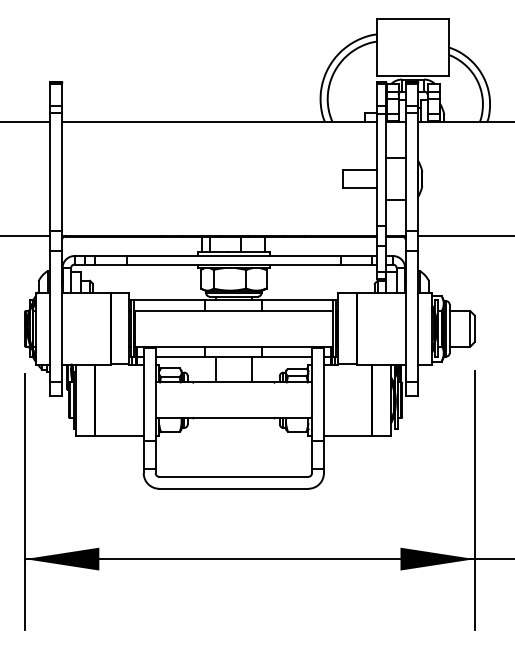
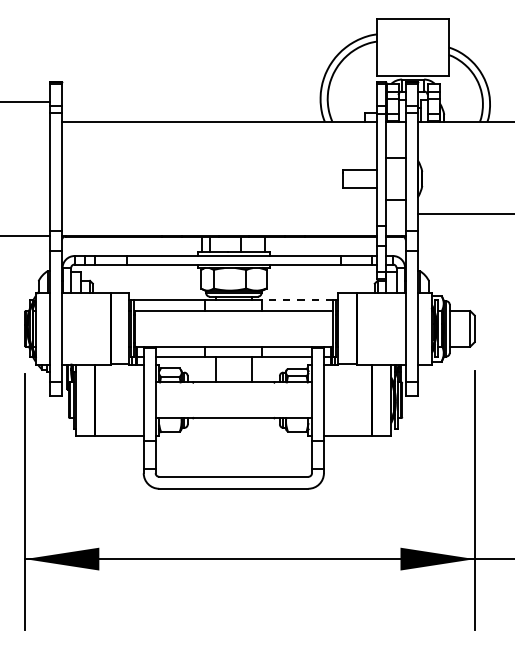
line at (26, 121) position: (26, 121) -> (26, 101)
line at (464, 236) position: (464, 236) -> (464, 214)
line at (297, 300): solid -> dashed
